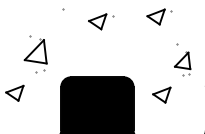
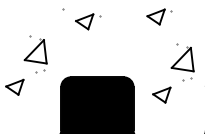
part at (101, 21) position: (101, 21) -> (88, 21)
part at (182, 63) size: 18x26 px -> 25x36 px
part at (14, 92) position: (14, 92) -> (14, 86)
